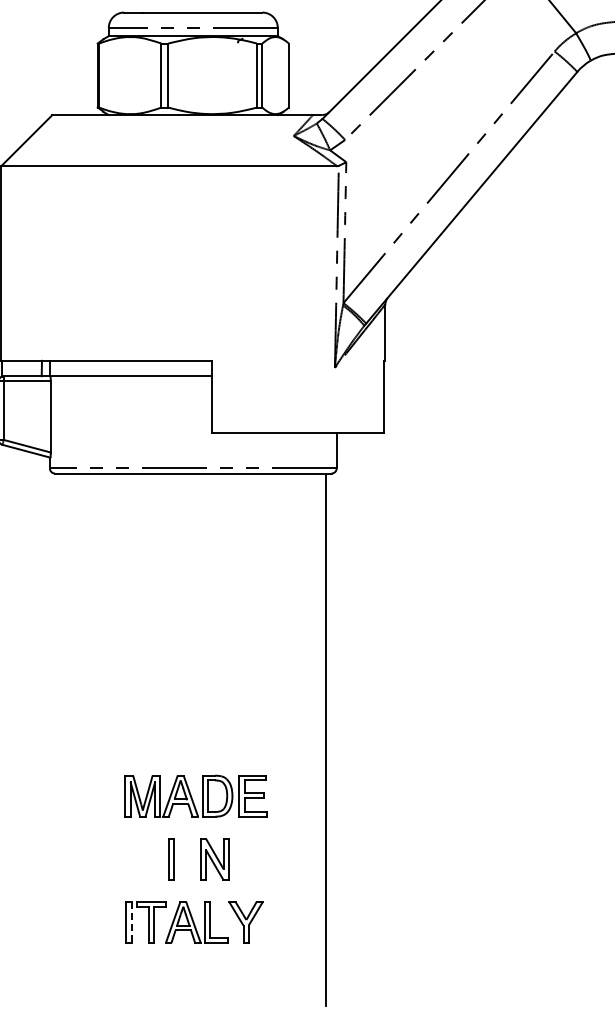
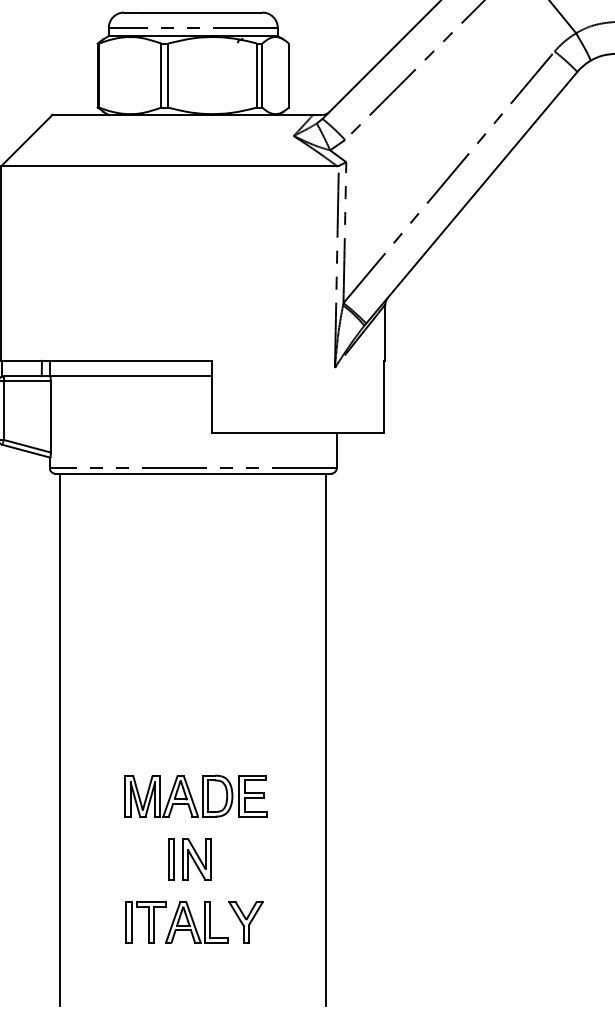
line at (60, 739): none -> present
part at (214, 859) position: (214, 859) -> (196, 859)
line at (131, 922): dashed -> solid
